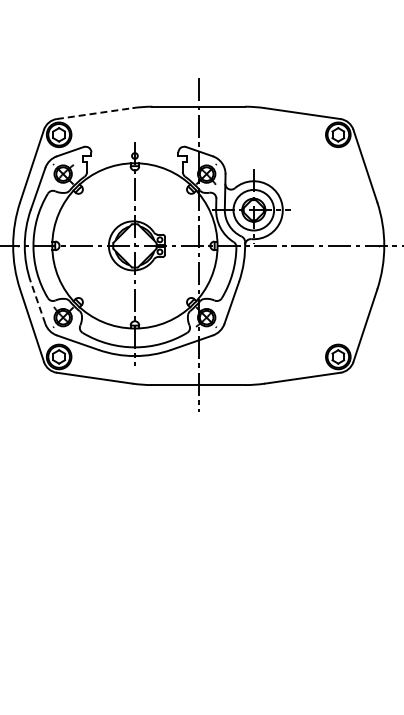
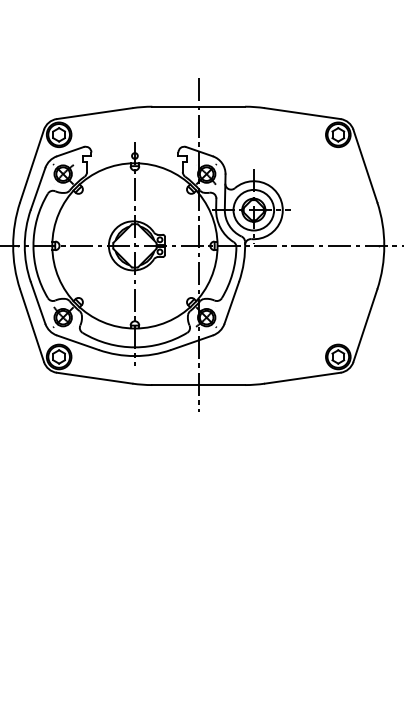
line at (95, 113): dashed -> solid
line at (37, 302): dashed -> solid
